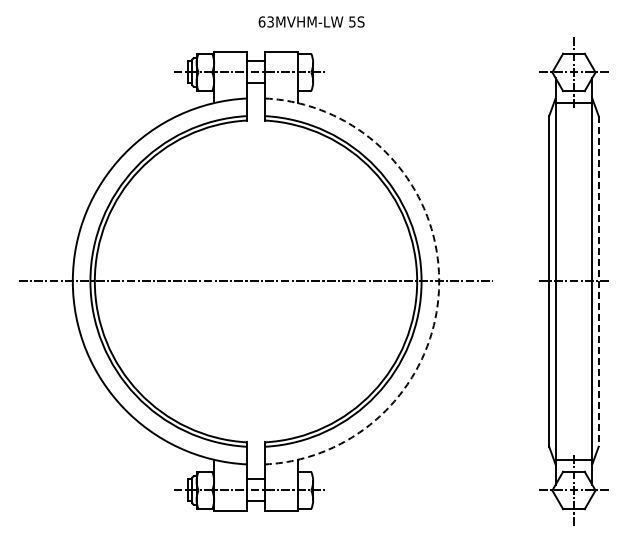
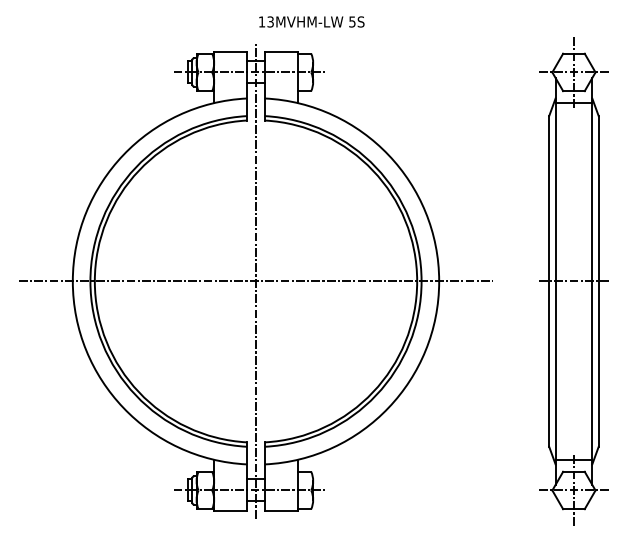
text at (261, 21): 63MVHM-LW -> 13MVHM-LW
line at (256, 281): none -> present
arc at (439, 281): dashed -> solid
line at (598, 281): dashed -> solid
